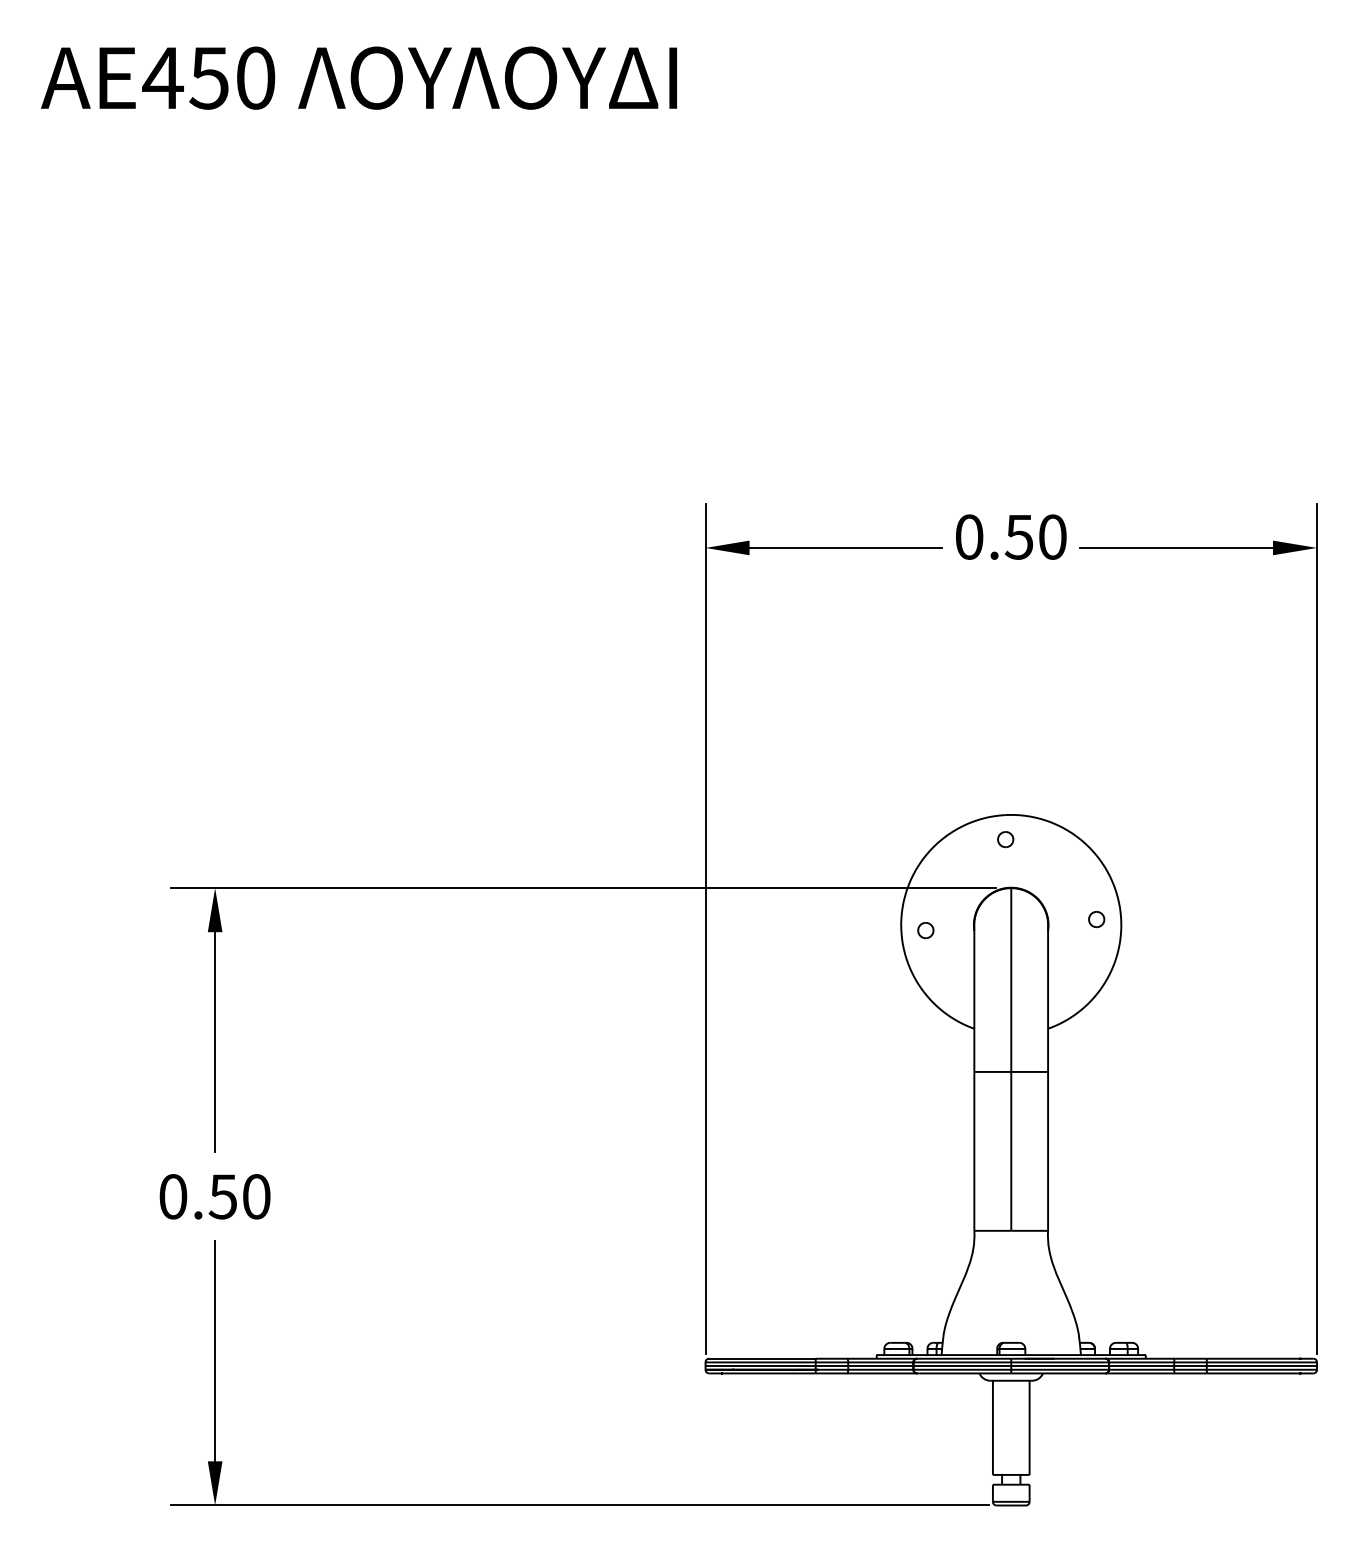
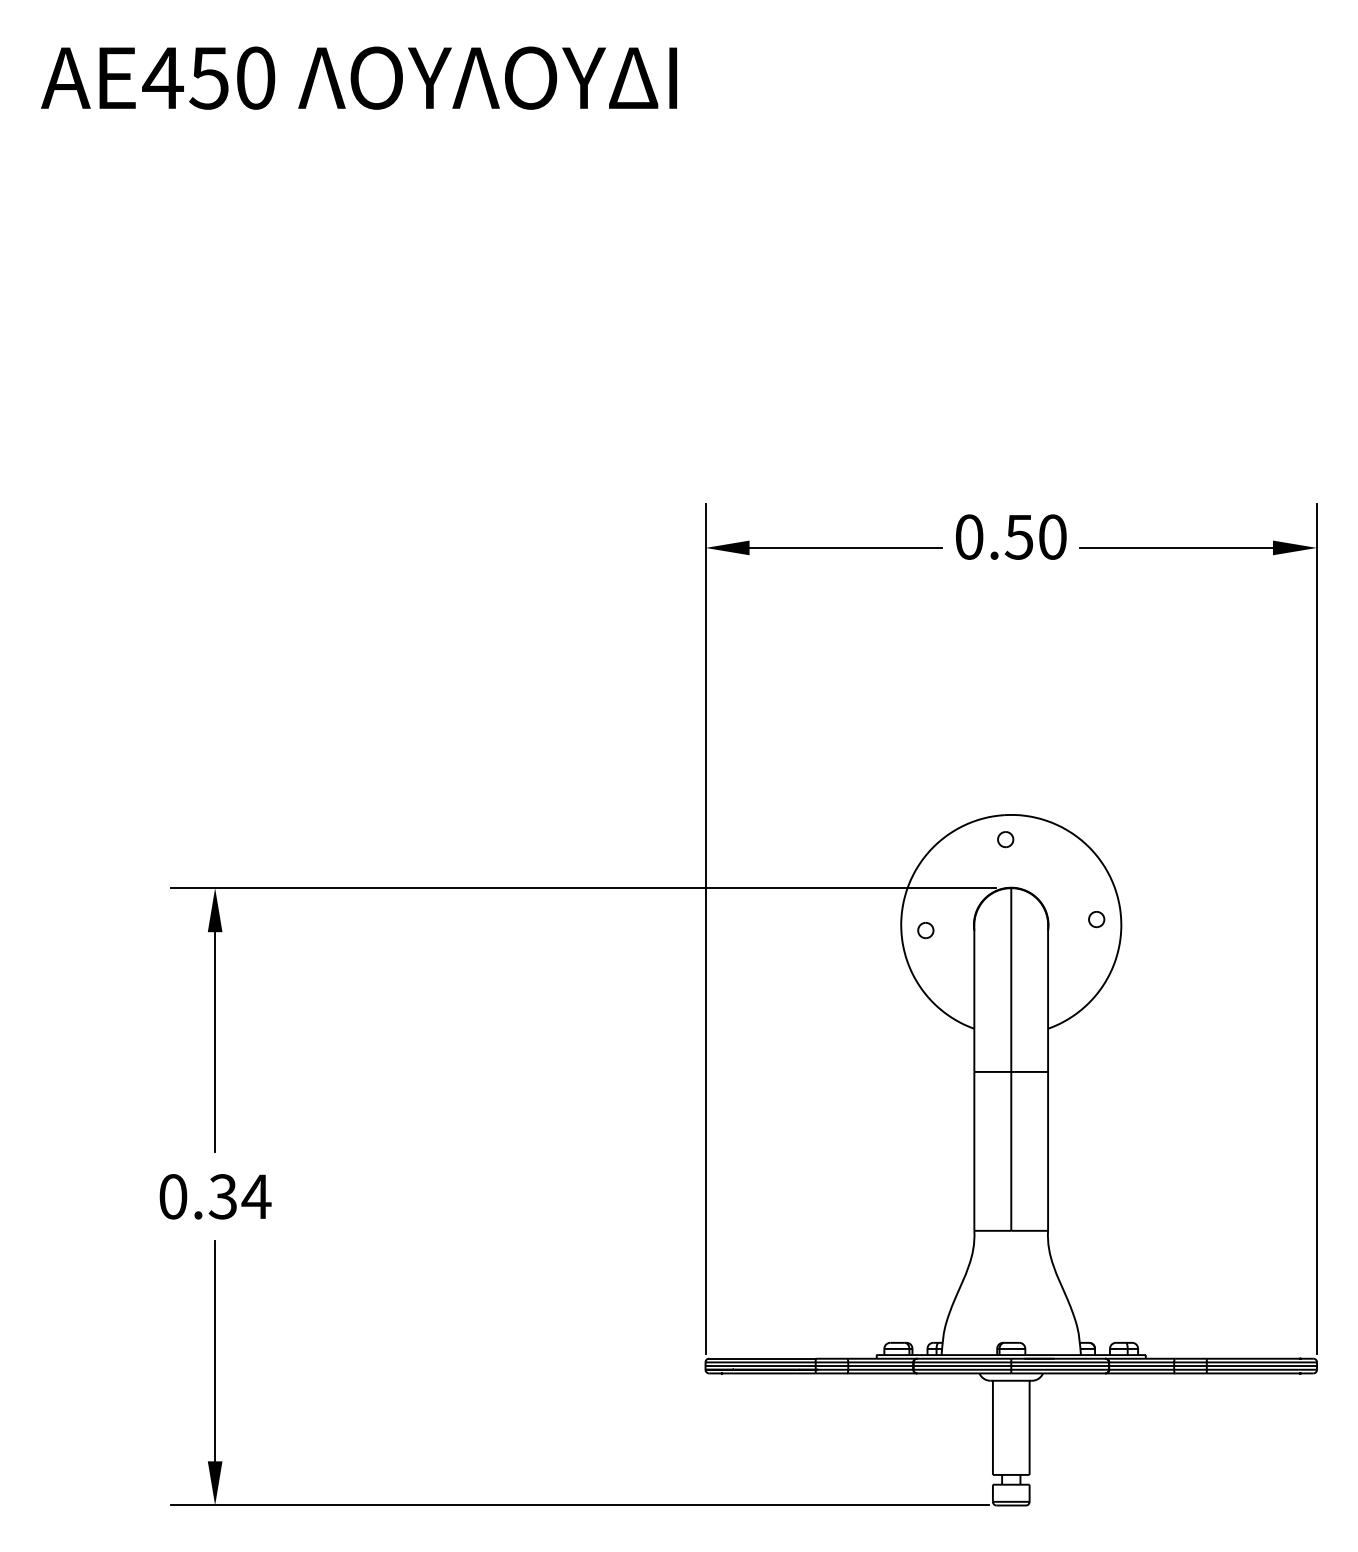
text at (240, 1196): 0.50 -> 0.34
